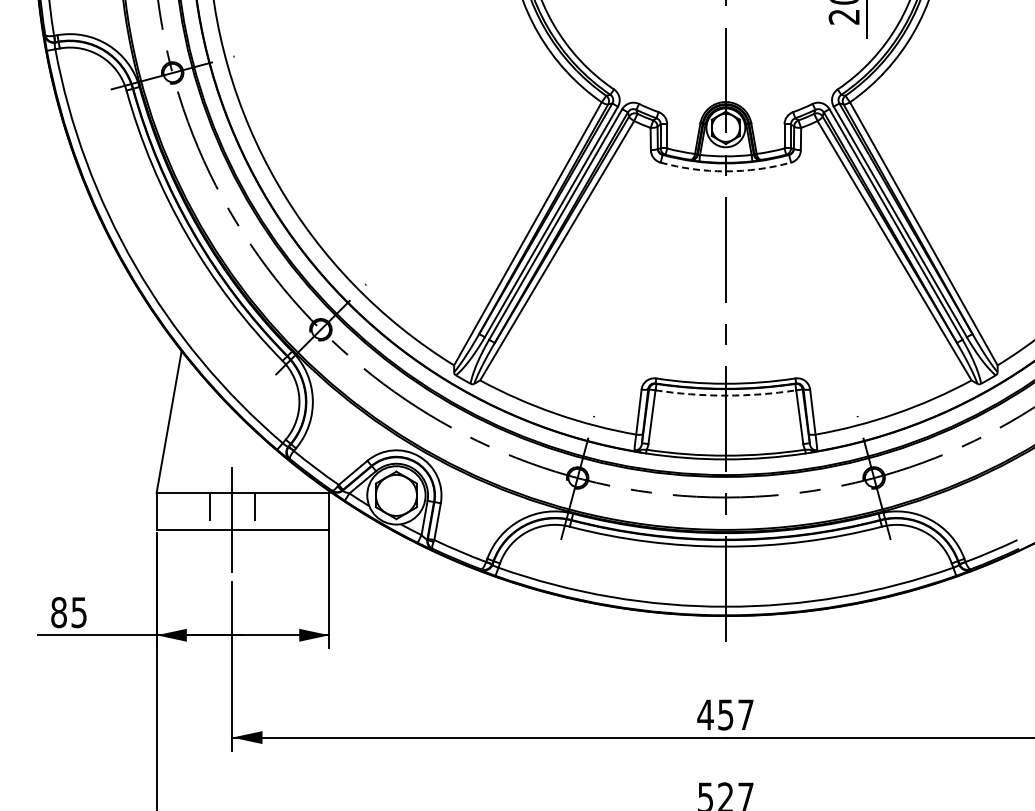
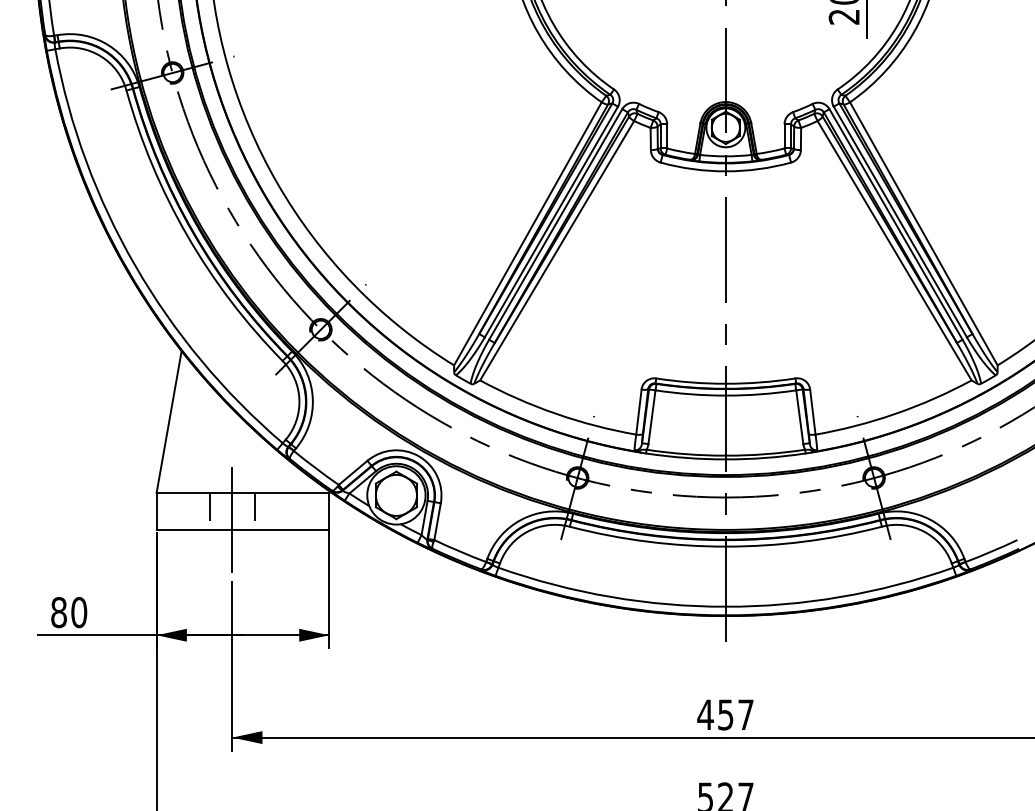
arc at (725, 171): dashed -> solid
arc at (725, 395): dashed -> solid
text at (79, 612): 85 -> 80
